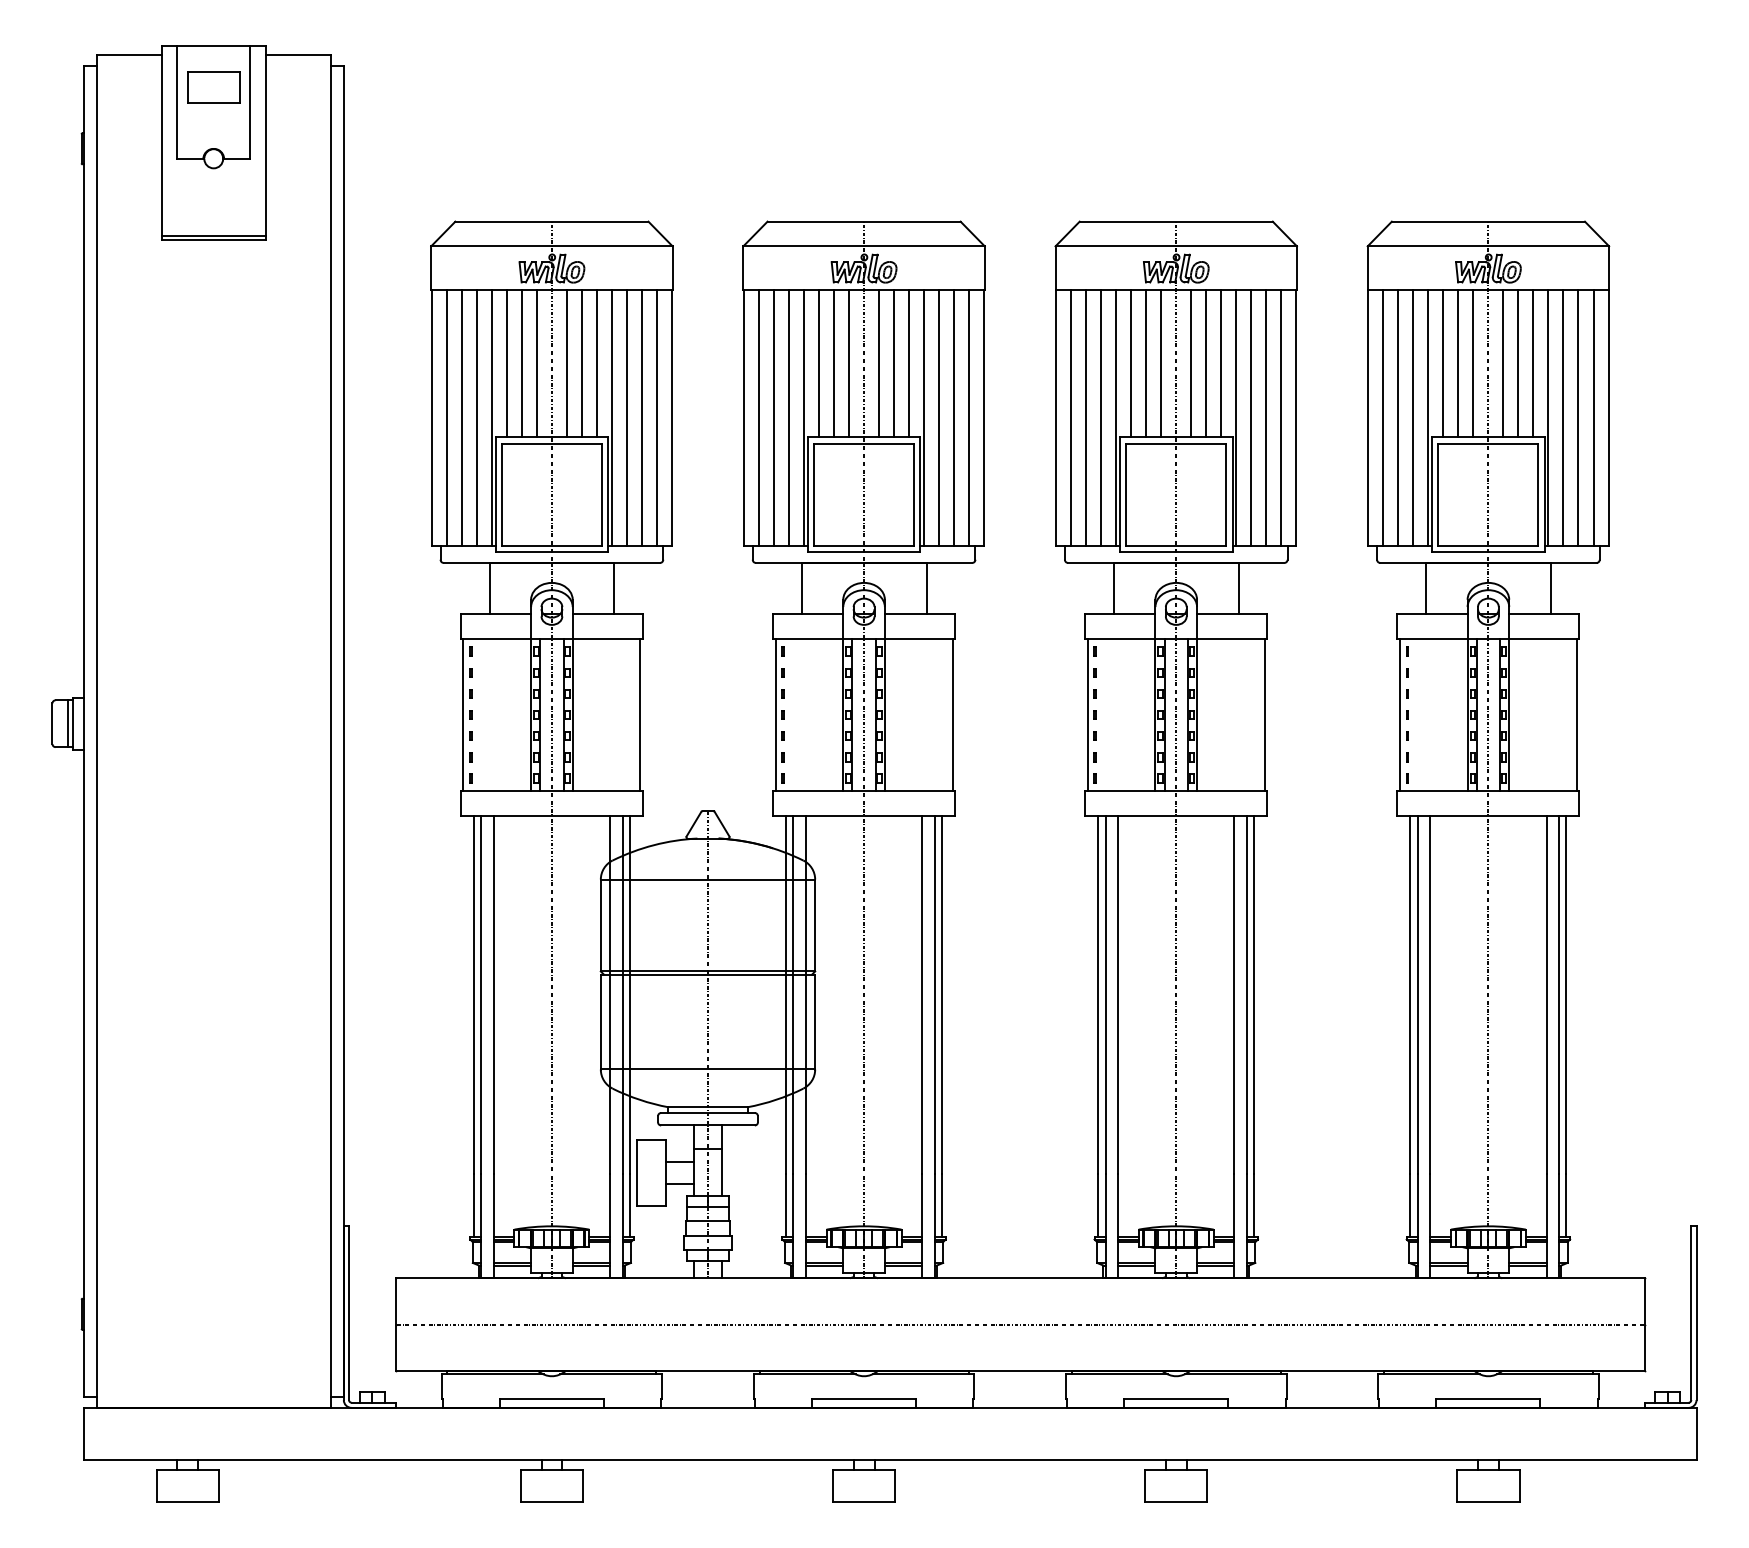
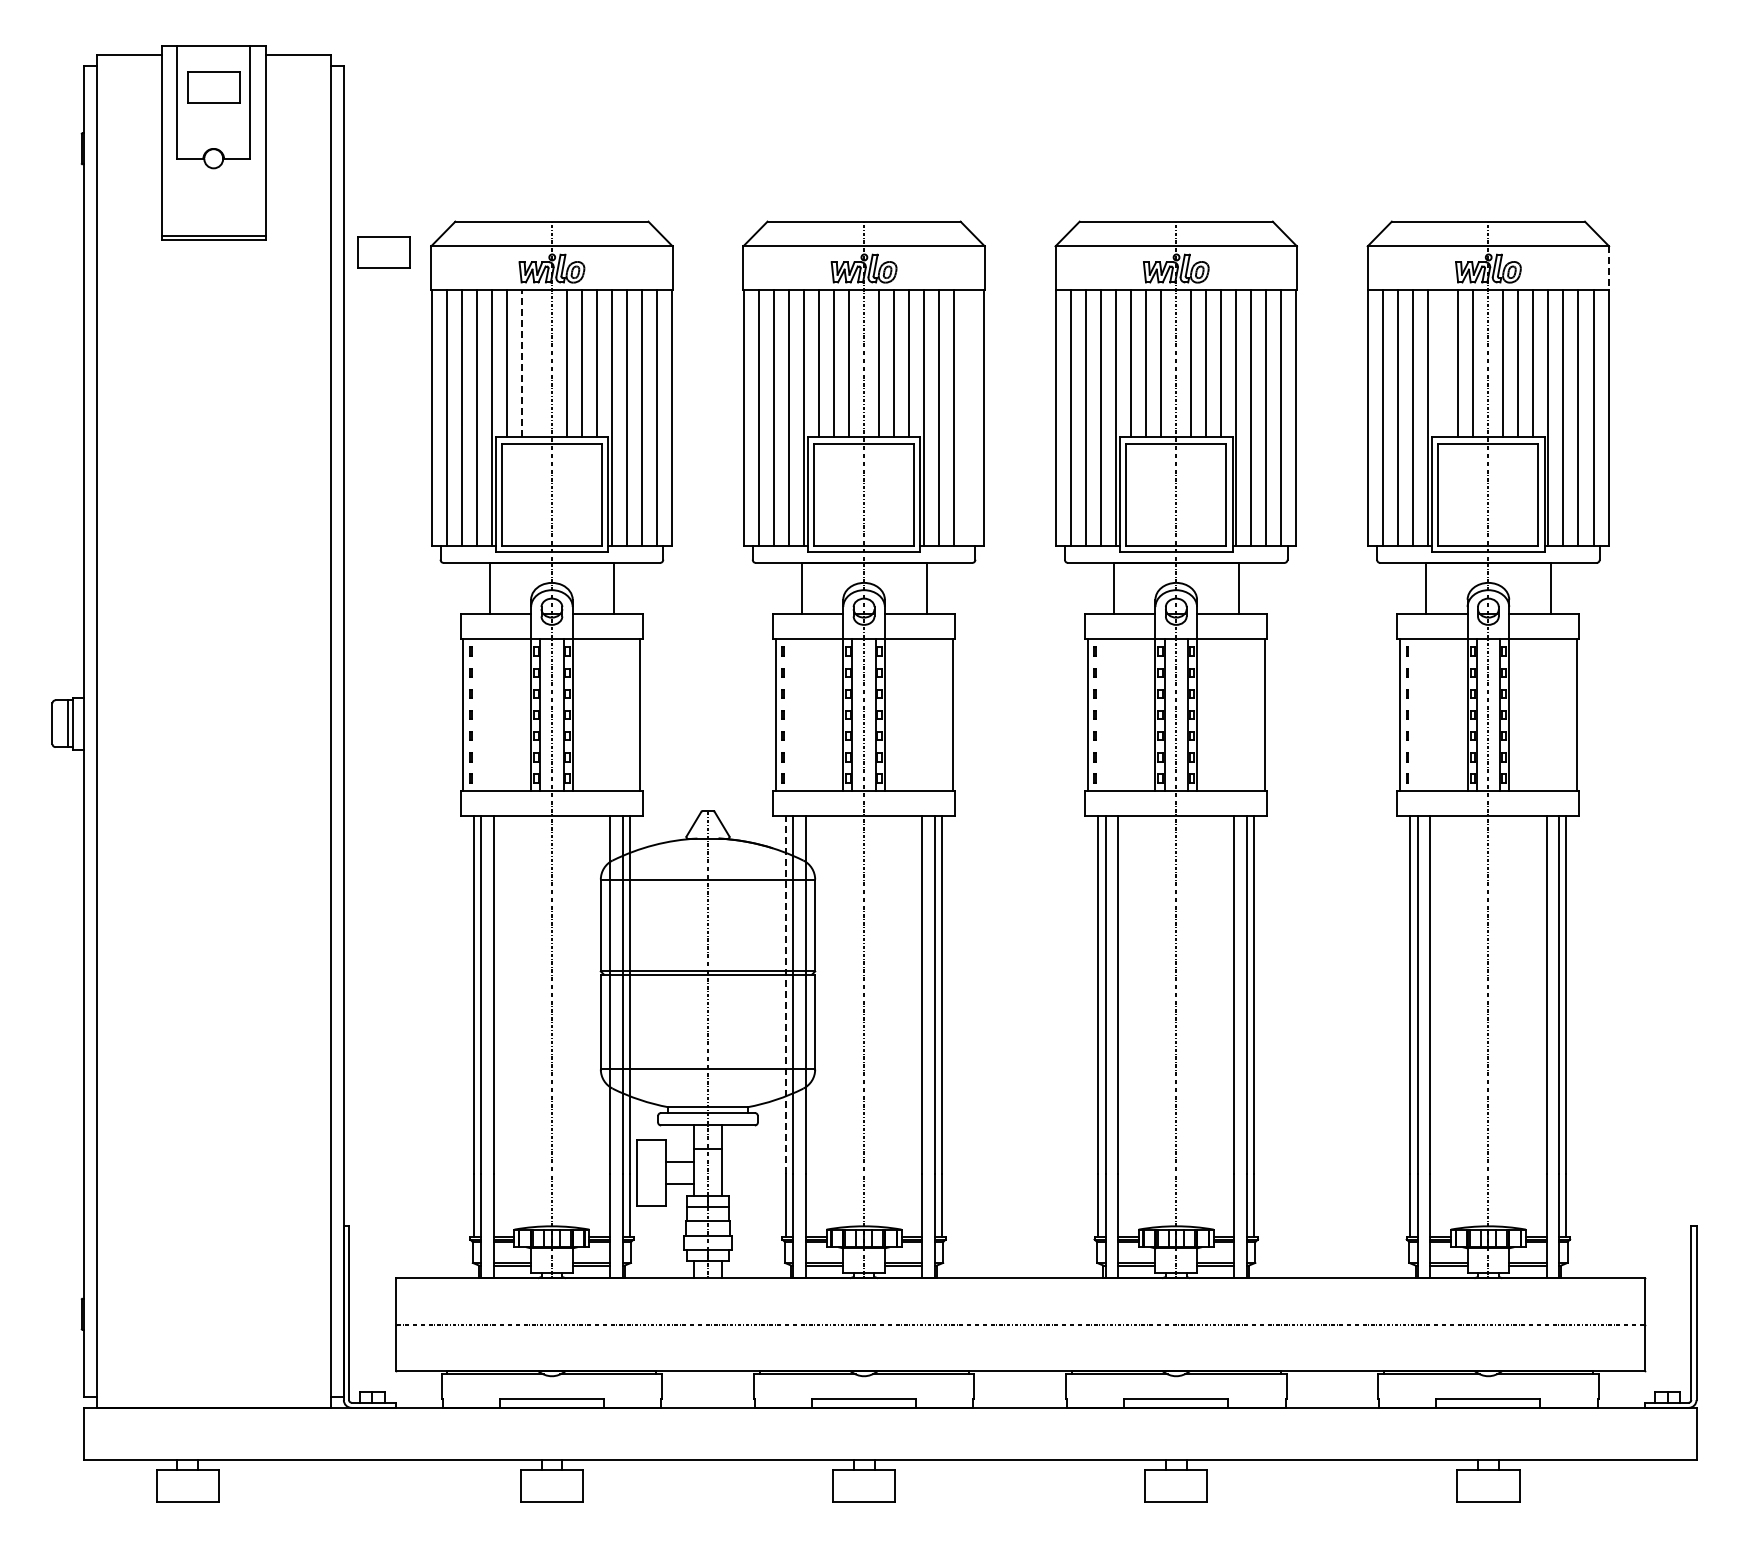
part at (383, 252): none -> present
line at (1609, 268): solid -> dashed
line at (521, 363): solid -> dashed
line at (536, 363): present -> none
line at (1443, 363): present -> none
line at (969, 417): present -> none
line at (786, 995): solid -> dashed
